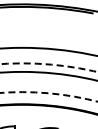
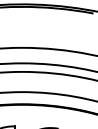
arc at (49, 64): dashed -> solid
arc at (48, 93): dashed -> solid
